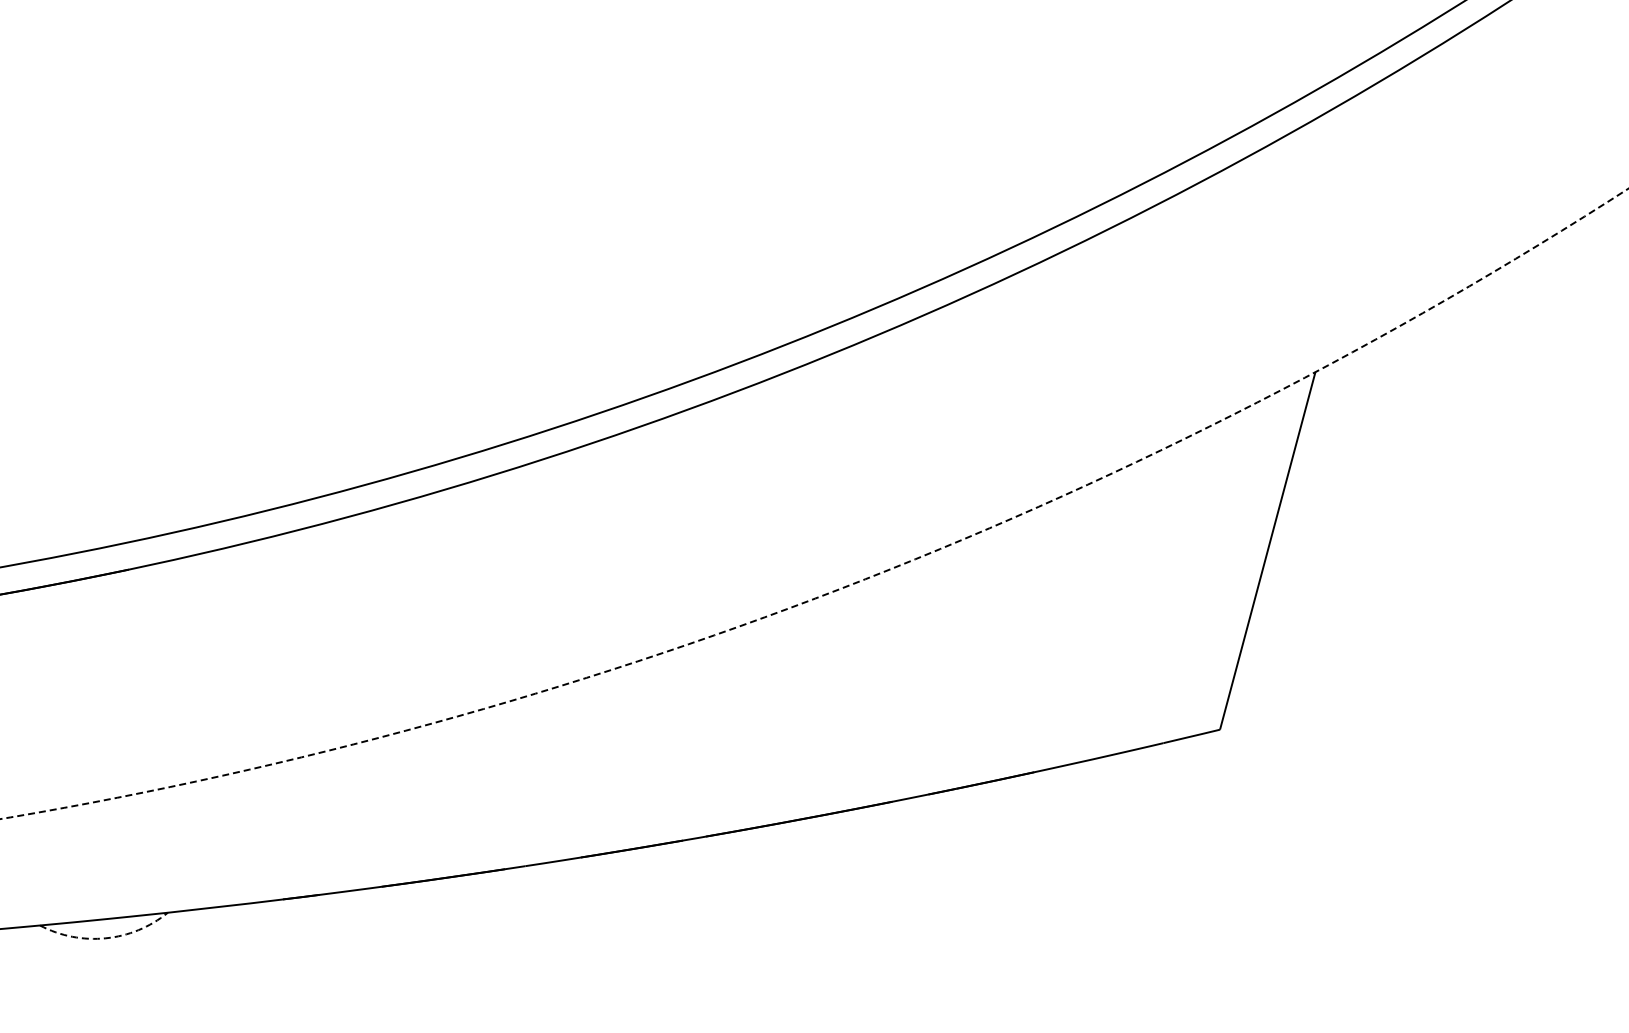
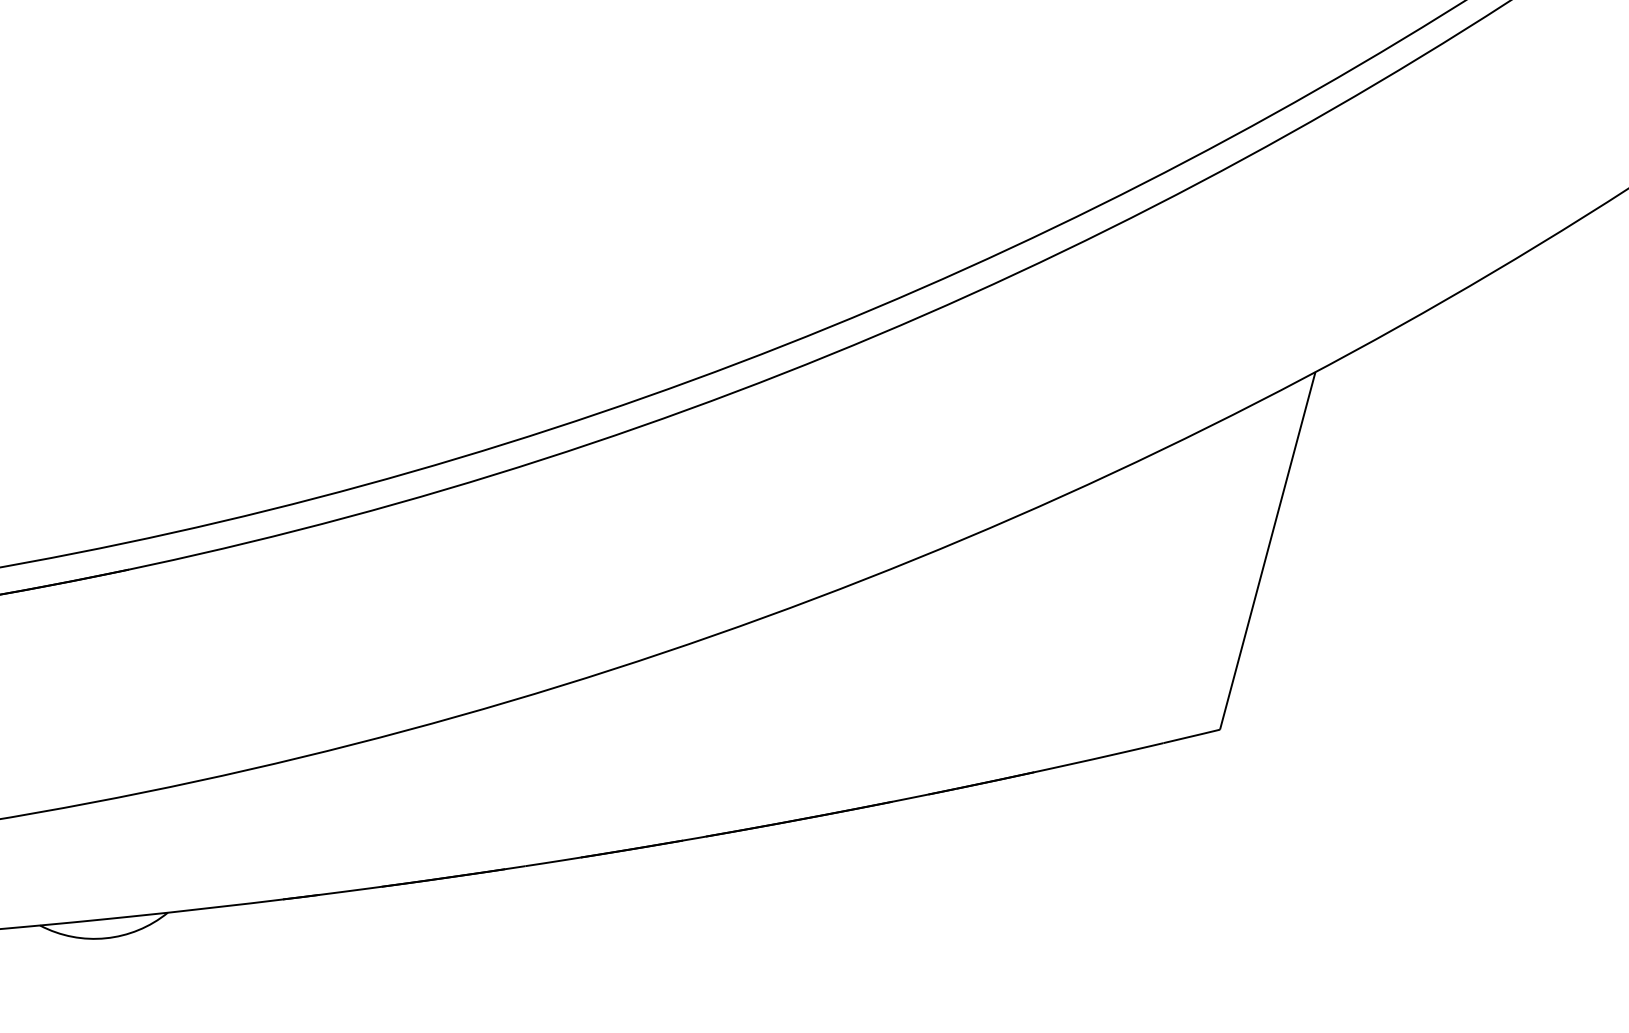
arc at (845, 586): dashed -> solid
arc at (105, 938): dashed -> solid
